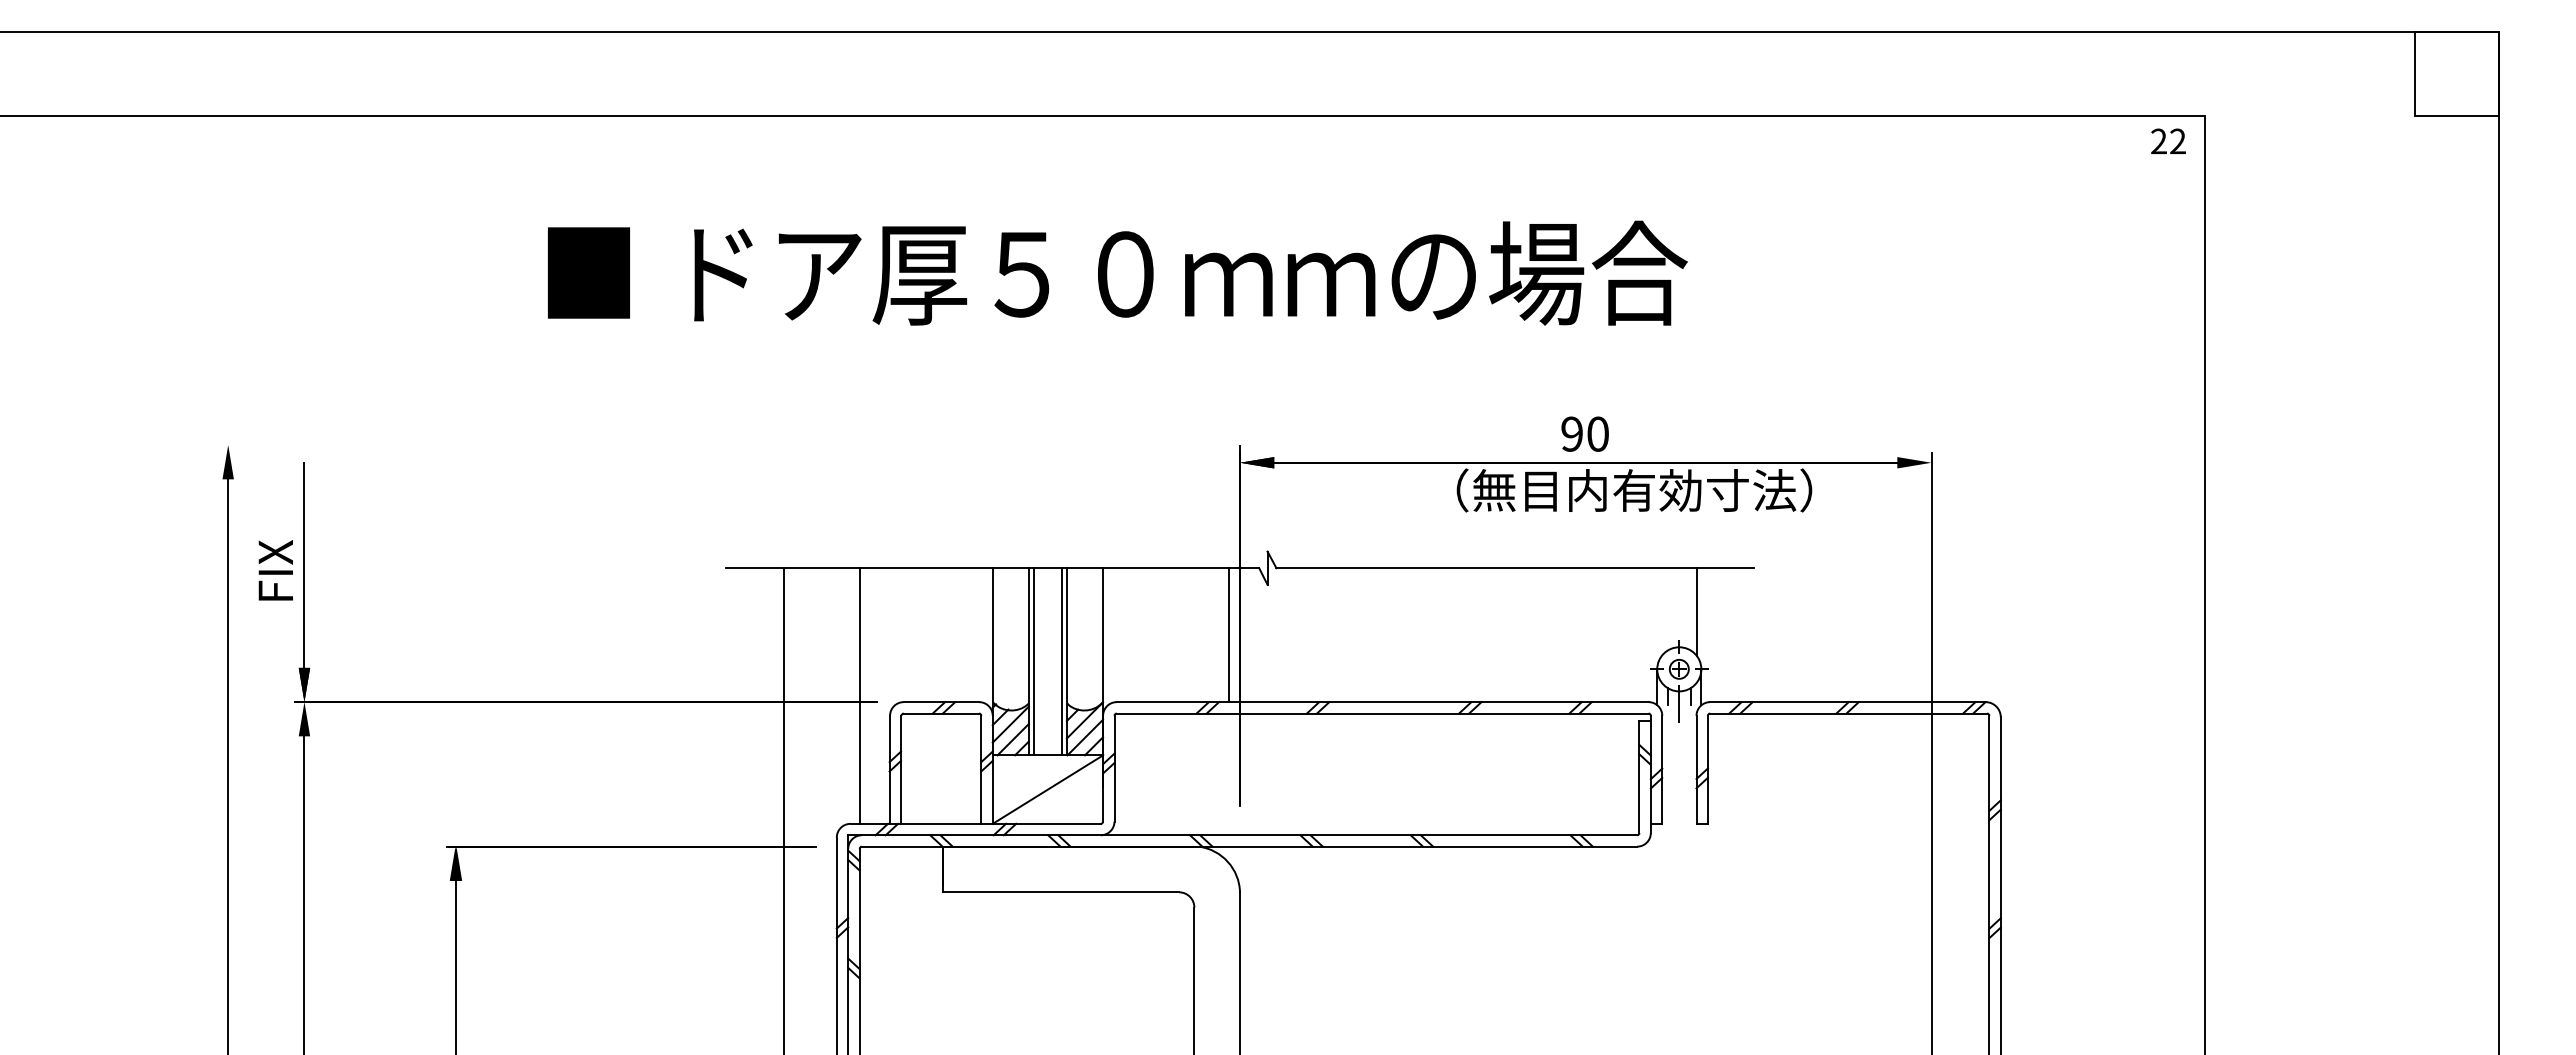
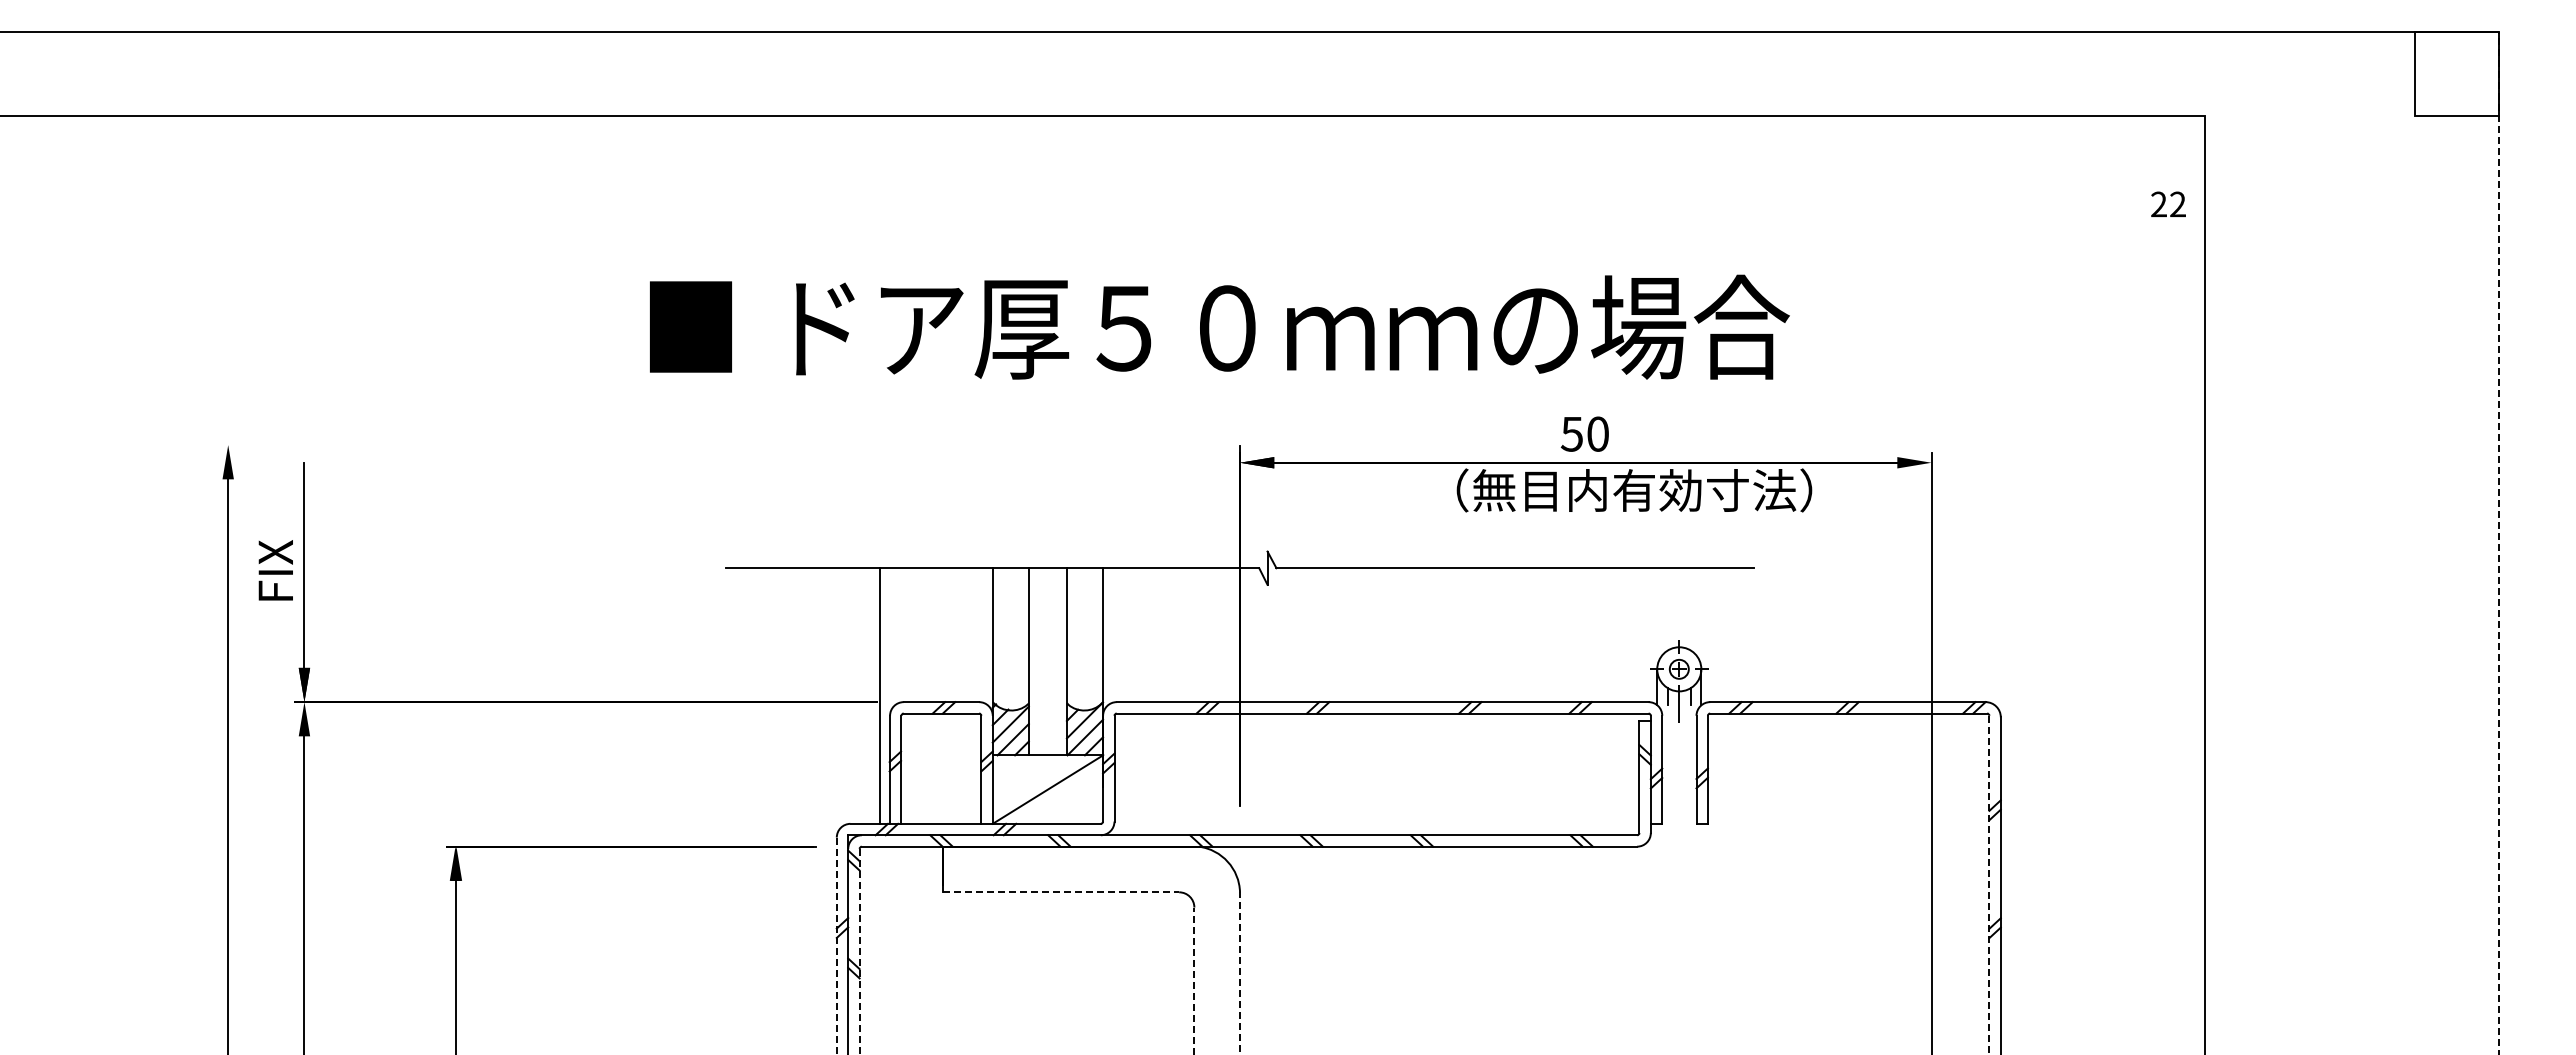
text at (2168, 140) position: (2168, 140) -> (2168, 203)
text at (1117, 272) position: (1117, 272) -> (1219, 326)
text at (1571, 433): 90 -> 50
line at (2498, 542): solid -> dashed
line at (1696, 611): present -> none
line at (1228, 635): present -> none
line at (1034, 661): present -> none
line at (1061, 661): present -> none
line at (859, 695) position: (859, 695) -> (879, 695)
line at (783, 809): present -> none
line at (1989, 885): solid -> dashed
line at (1061, 892): solid -> dashed
line at (836, 946): solid -> dashed
line at (859, 951): solid -> dashed
line at (1240, 973): solid -> dashed
line at (1194, 980): solid -> dashed
